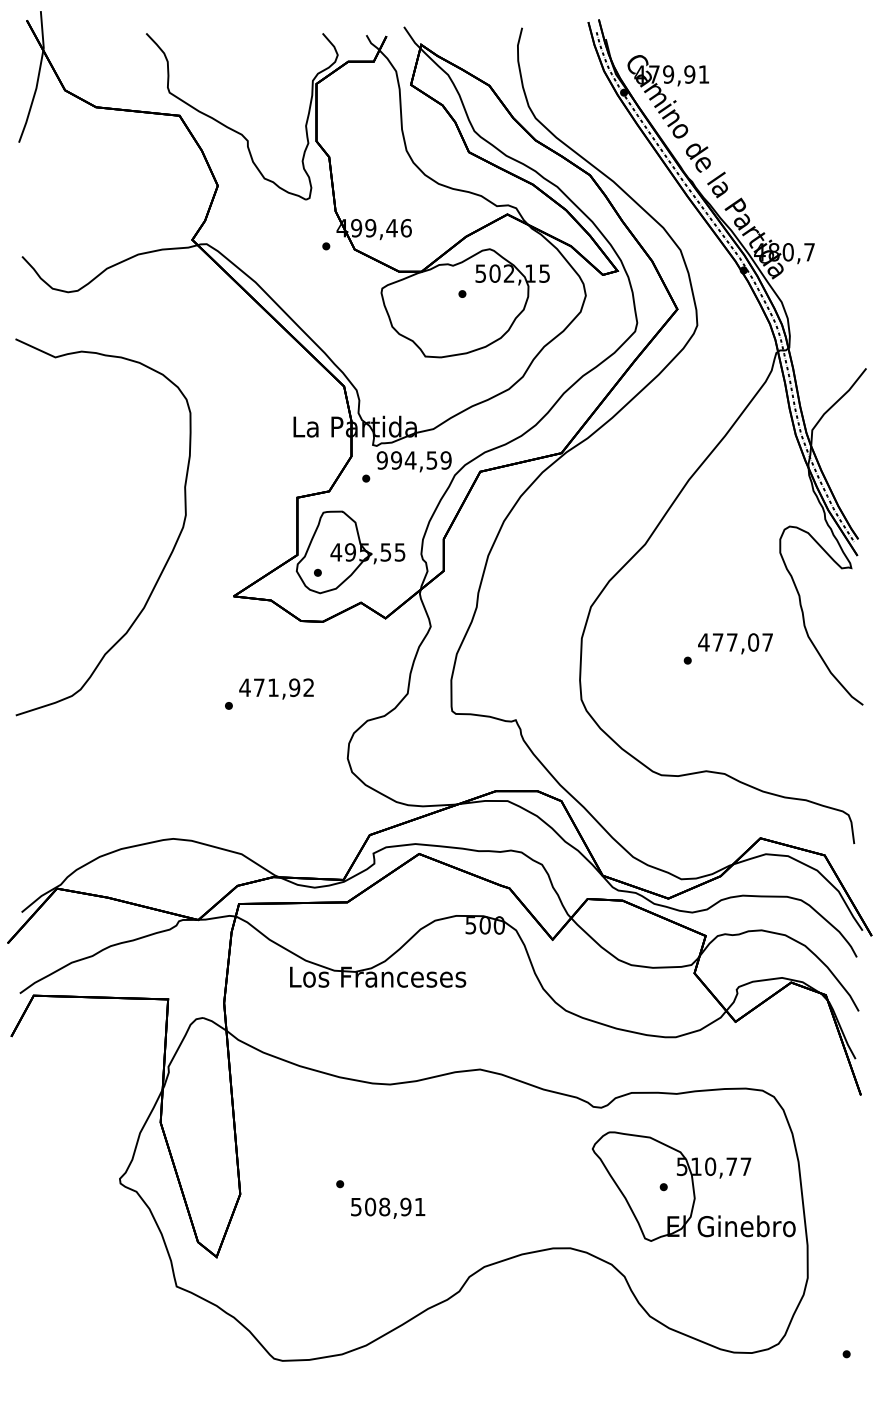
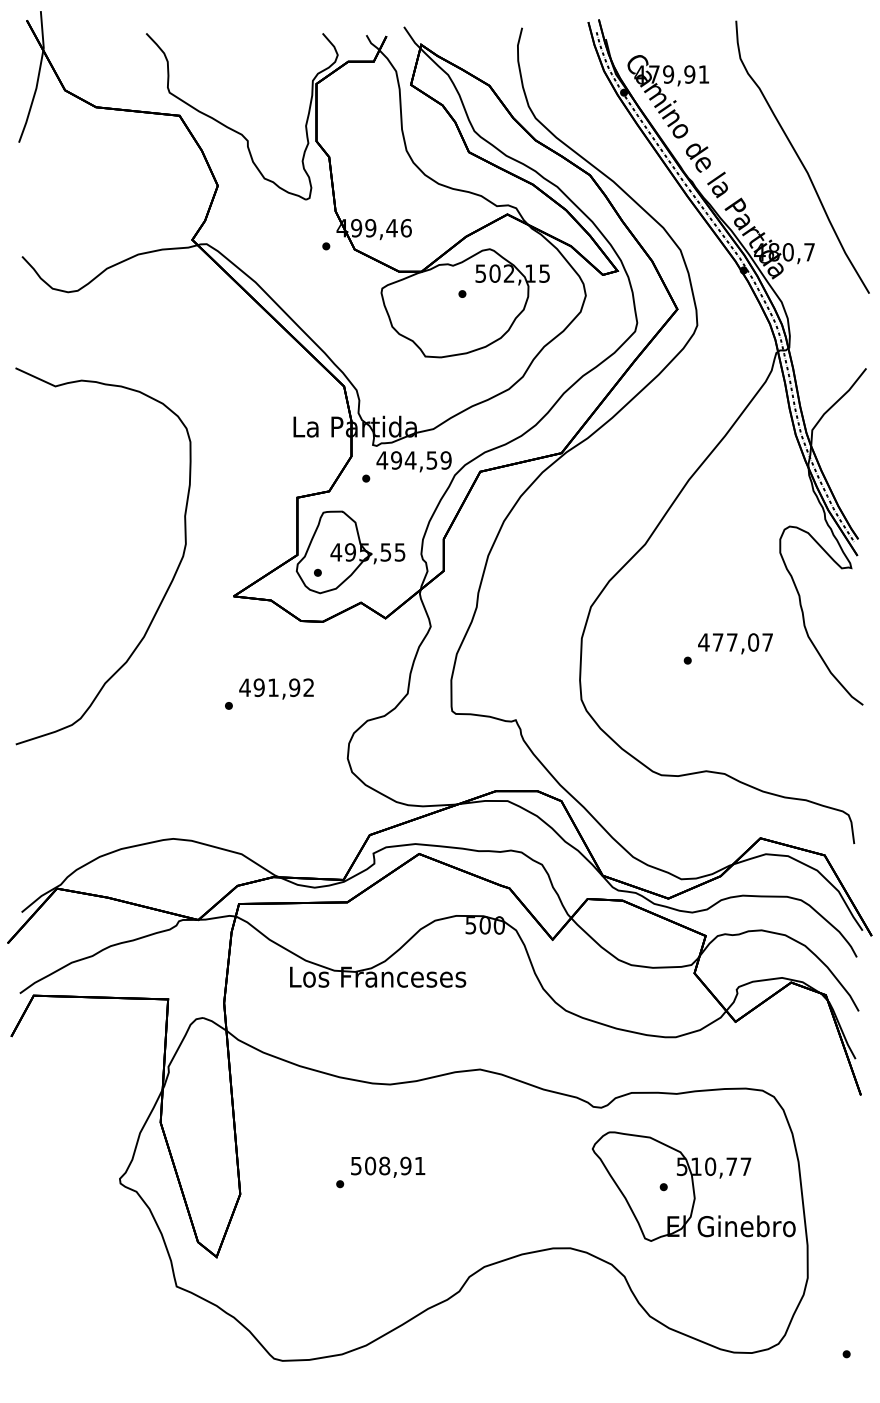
curve at (800, 158): none -> present
text at (382, 460): 994,59 -> 494,59
curve at (167, 558) position: (167, 558) -> (167, 587)
text at (258, 687): 471,92 -> 491,92
text at (388, 1207) position: (388, 1207) -> (388, 1166)
